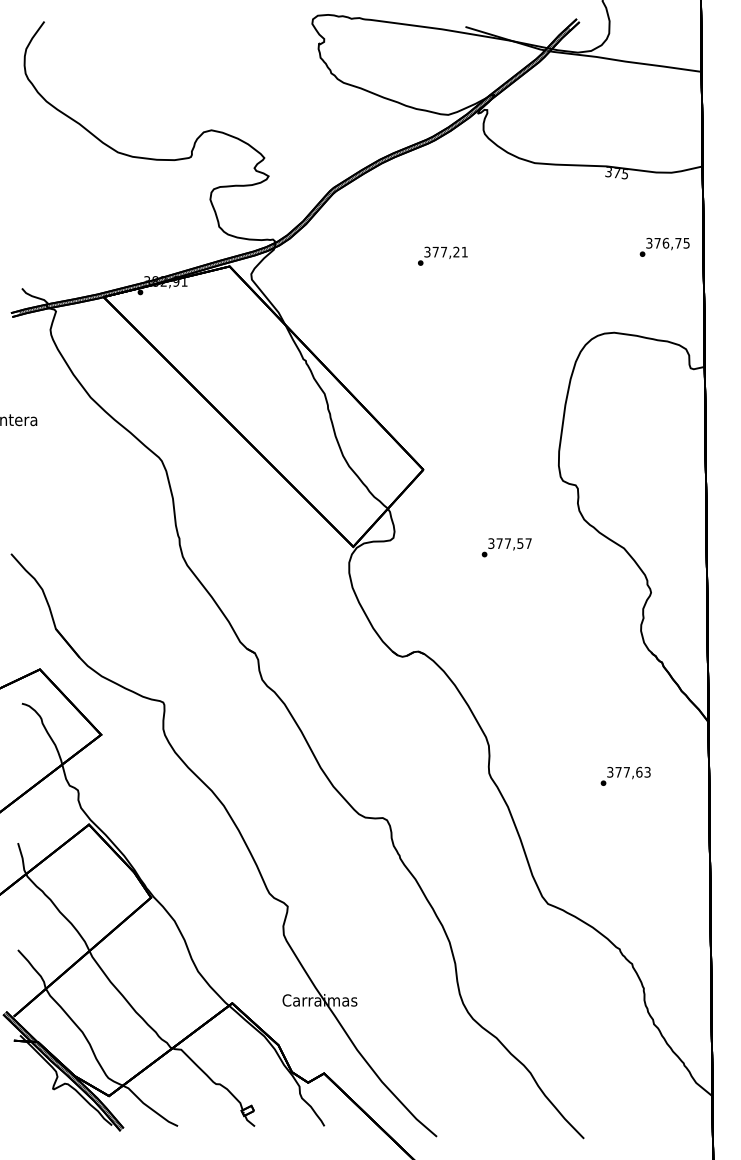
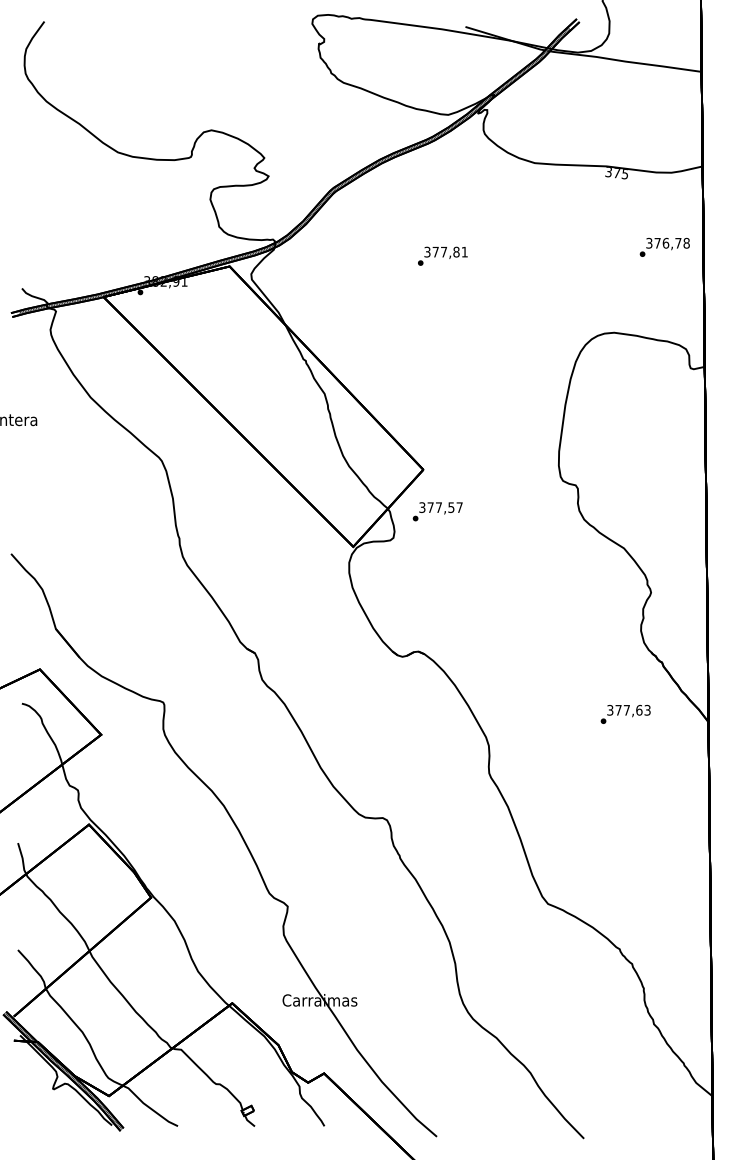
text at (686, 242): 376,75 -> 376,78
text at (456, 251): 377,21 -> 377,81
text at (506, 547) position: (506, 547) -> (437, 511)
text at (625, 776) position: (625, 776) -> (625, 714)
